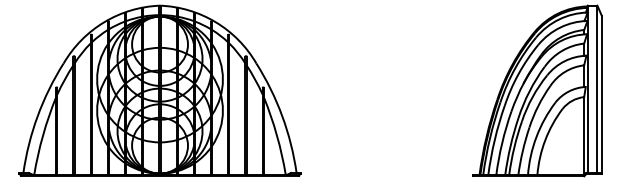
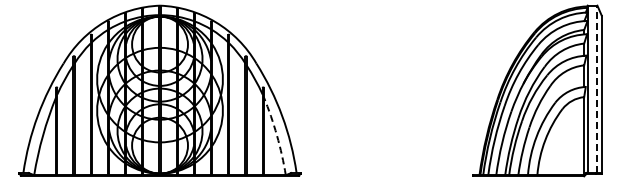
line at (597, 89): solid -> dashed
arc at (276, 135): solid -> dashed
